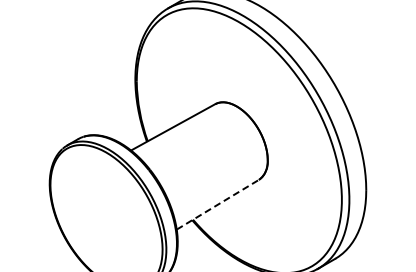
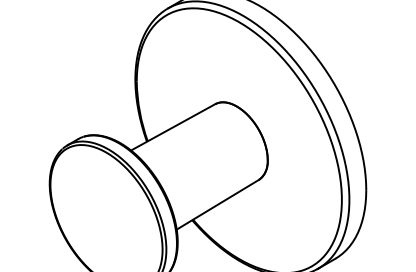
line at (218, 204): dashed -> solid
